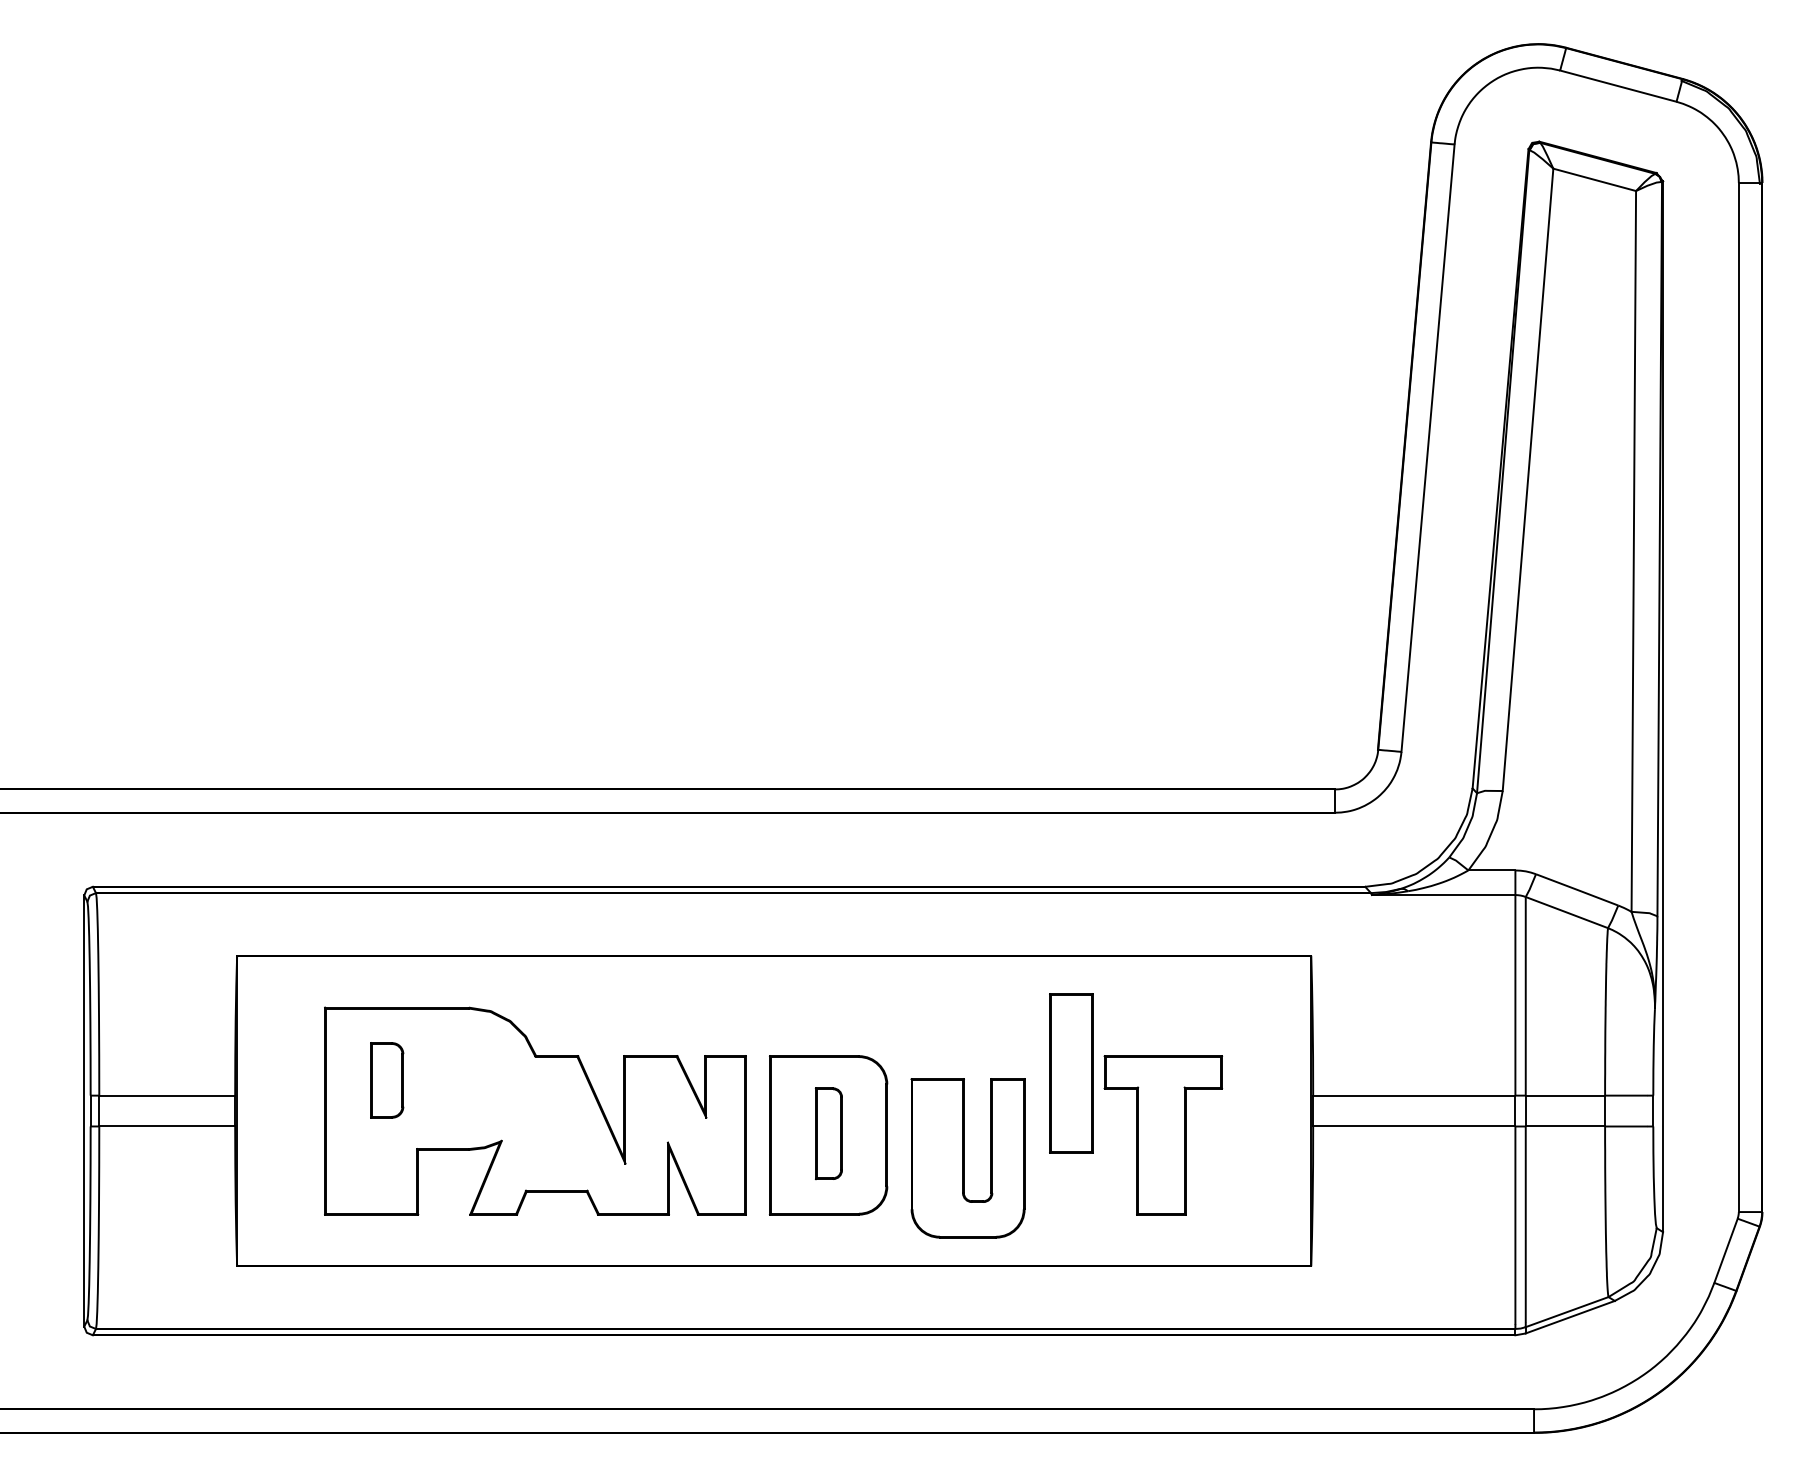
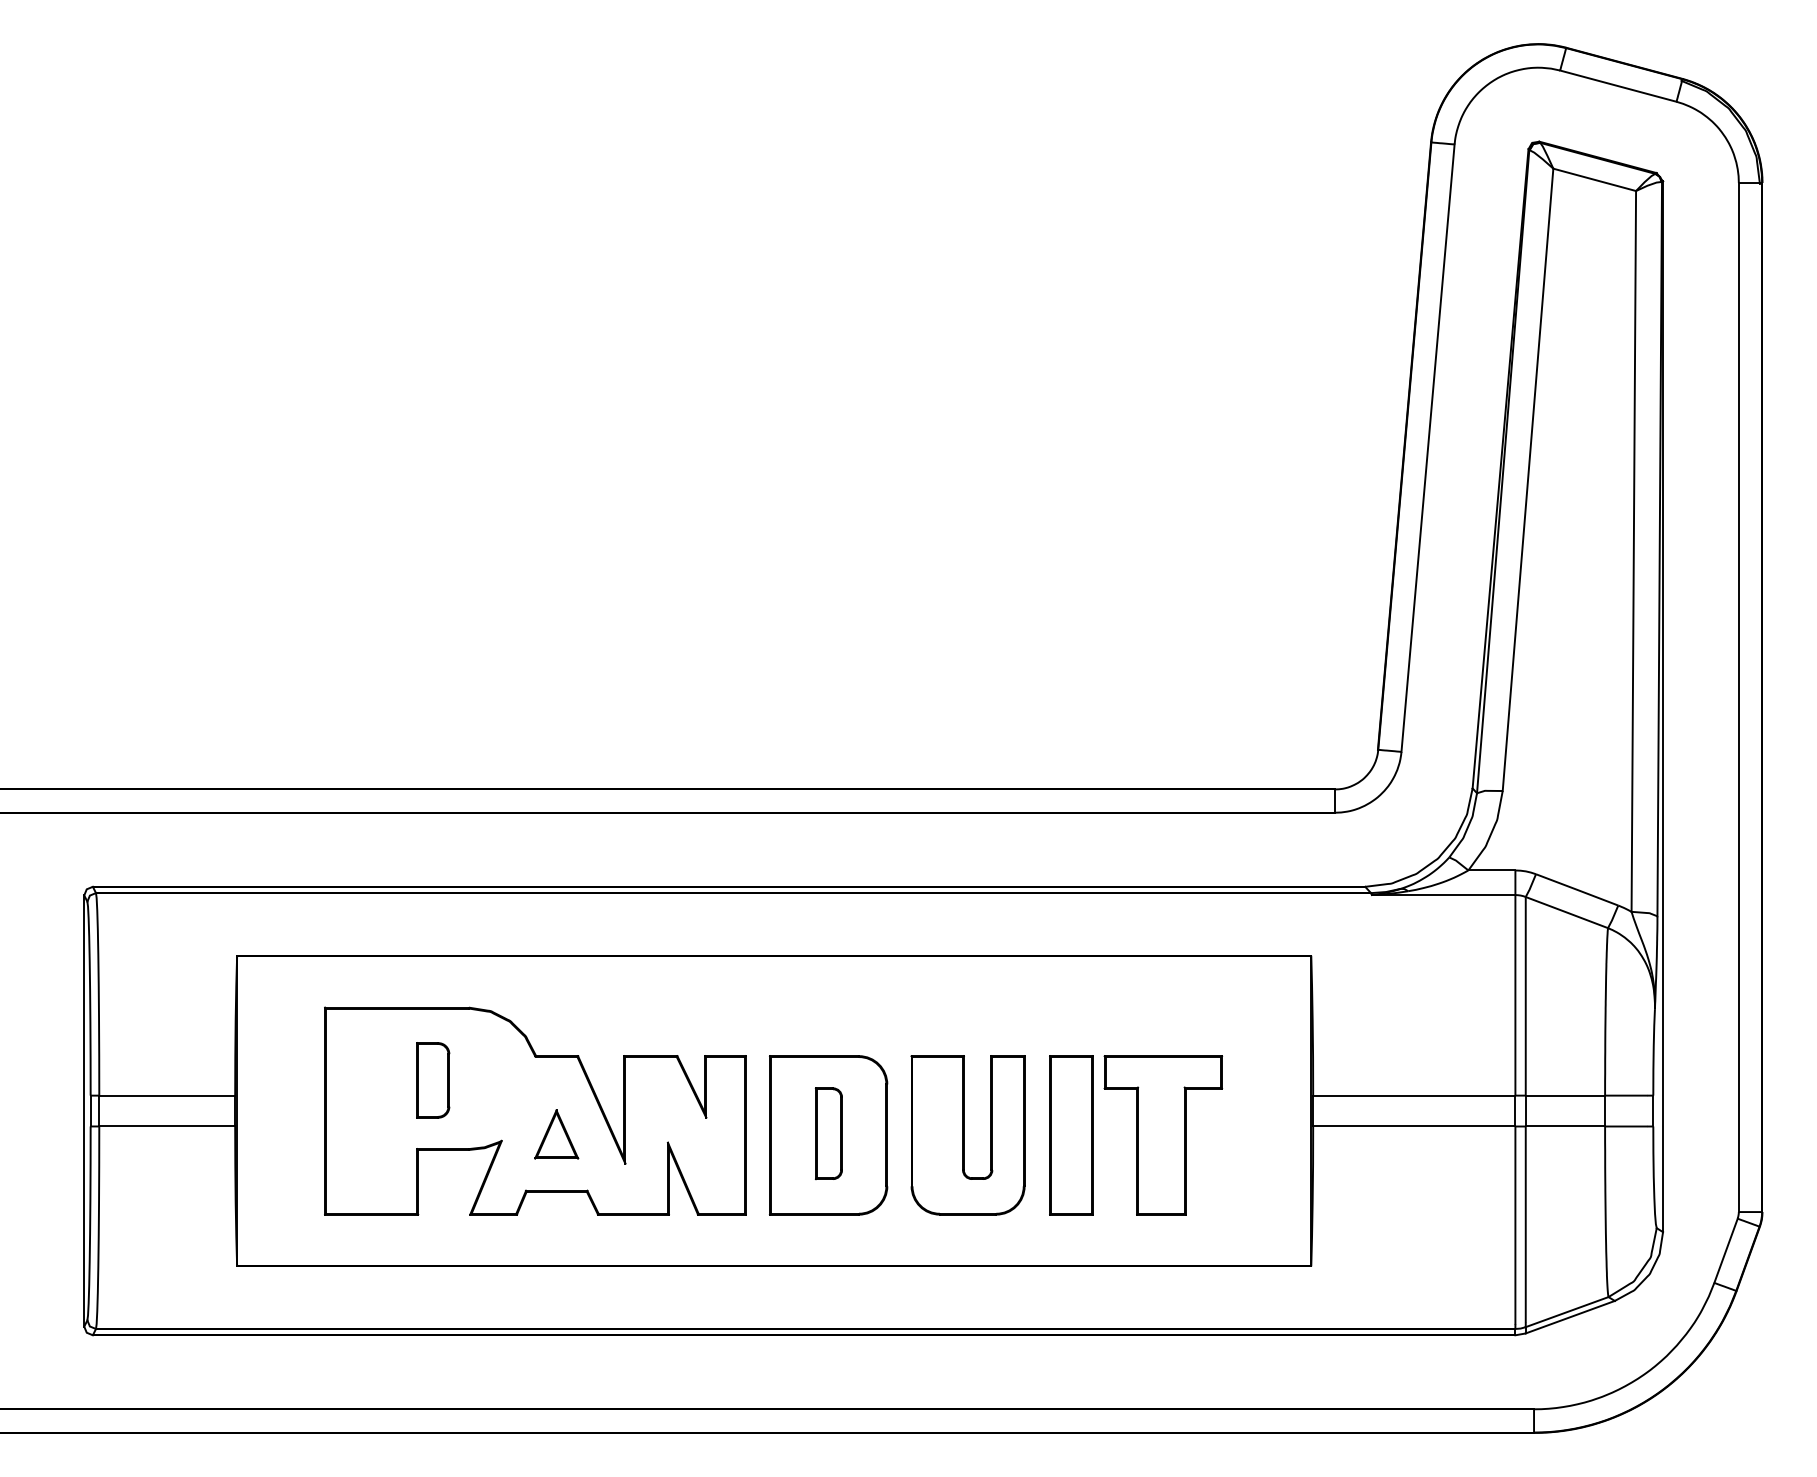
part at (1071, 1073) position: (1071, 1073) -> (1071, 1135)
part at (387, 1080) position: (387, 1080) -> (433, 1080)
part at (556, 1134): none -> present
part at (967, 1158) position: (967, 1158) -> (967, 1135)
